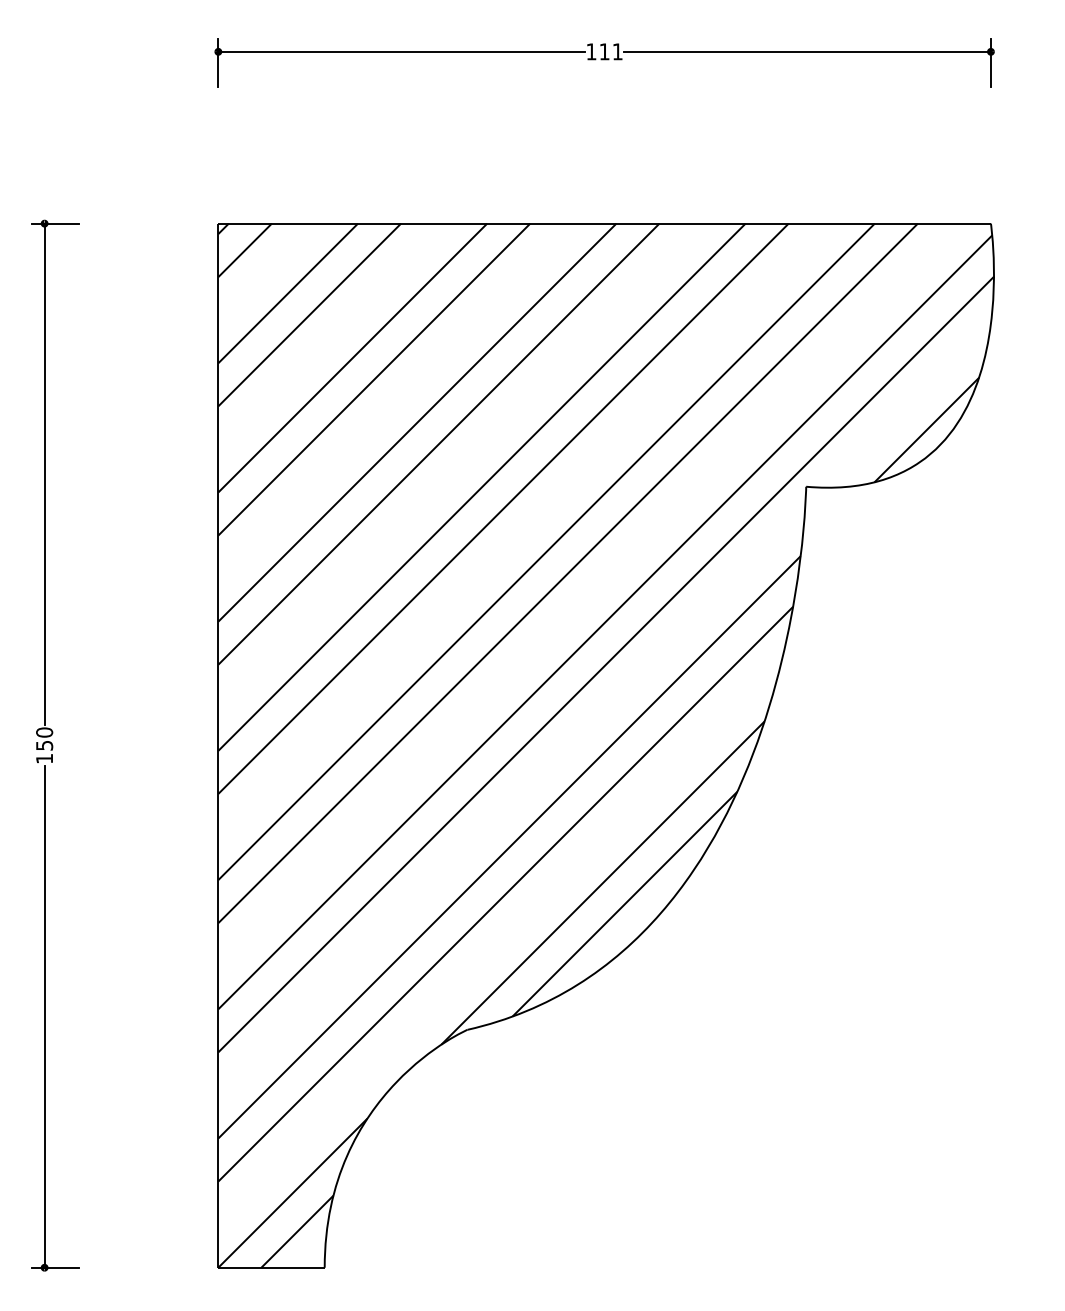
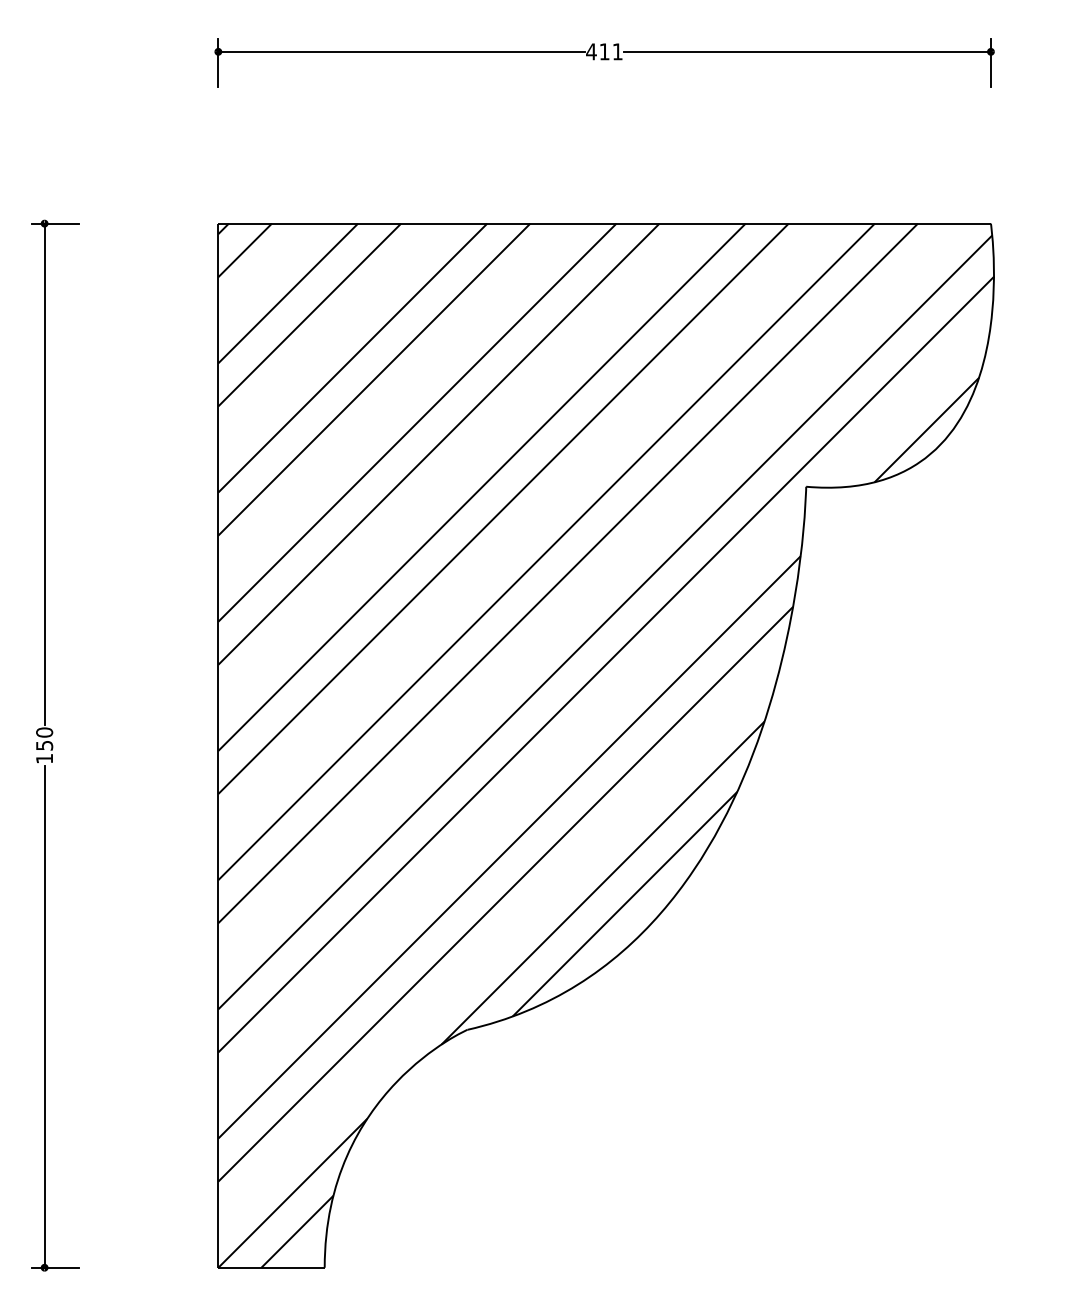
text at (591, 51): 111 -> 411
